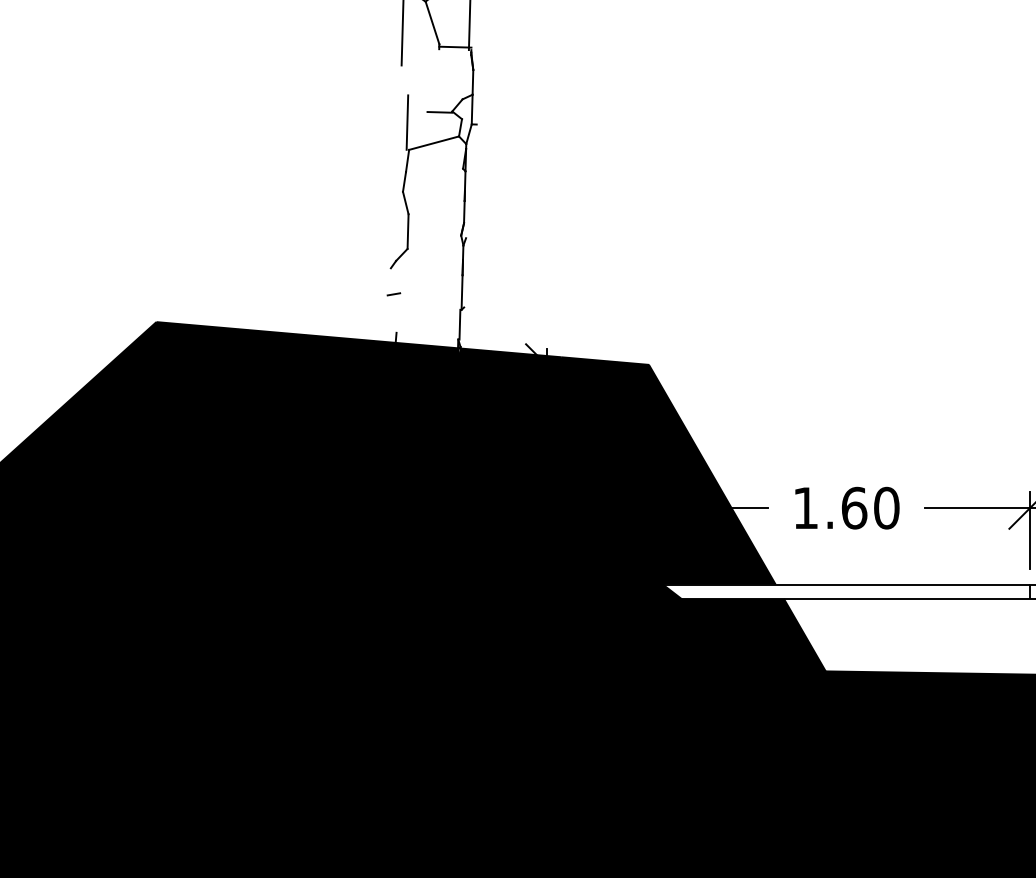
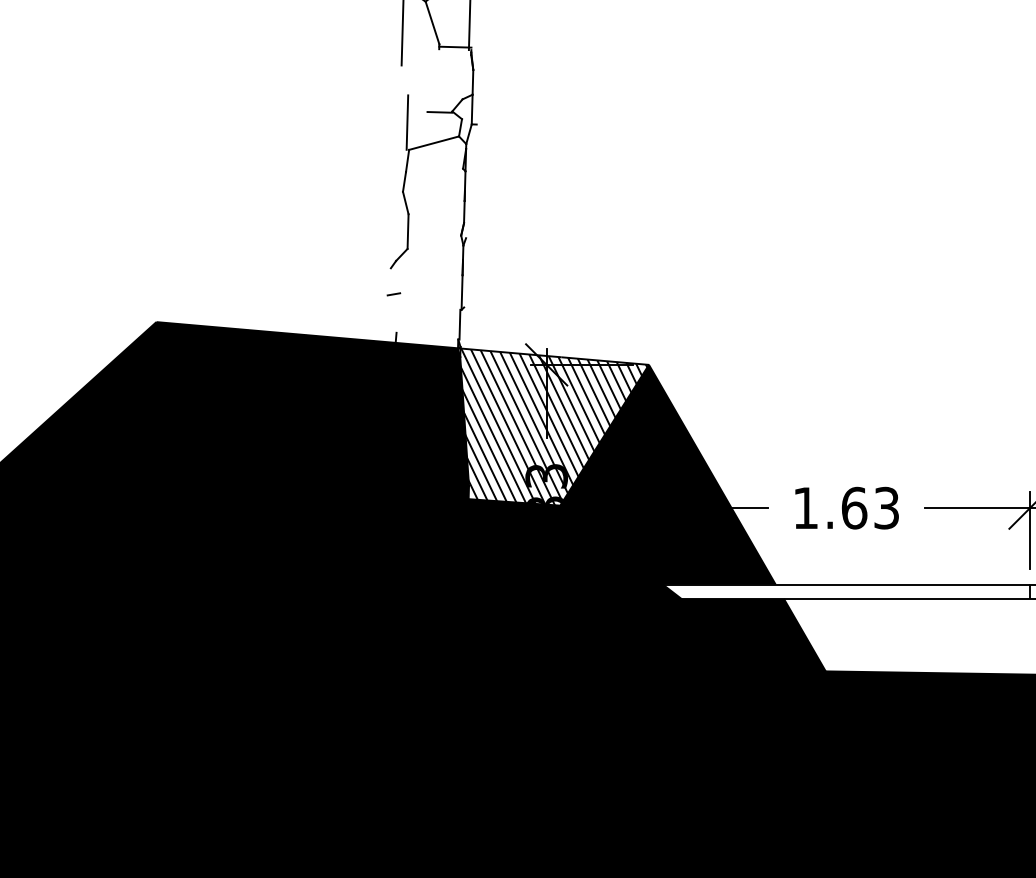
fill at (554, 426): present -> none
text at (886, 507): 1.60 -> 1.63
